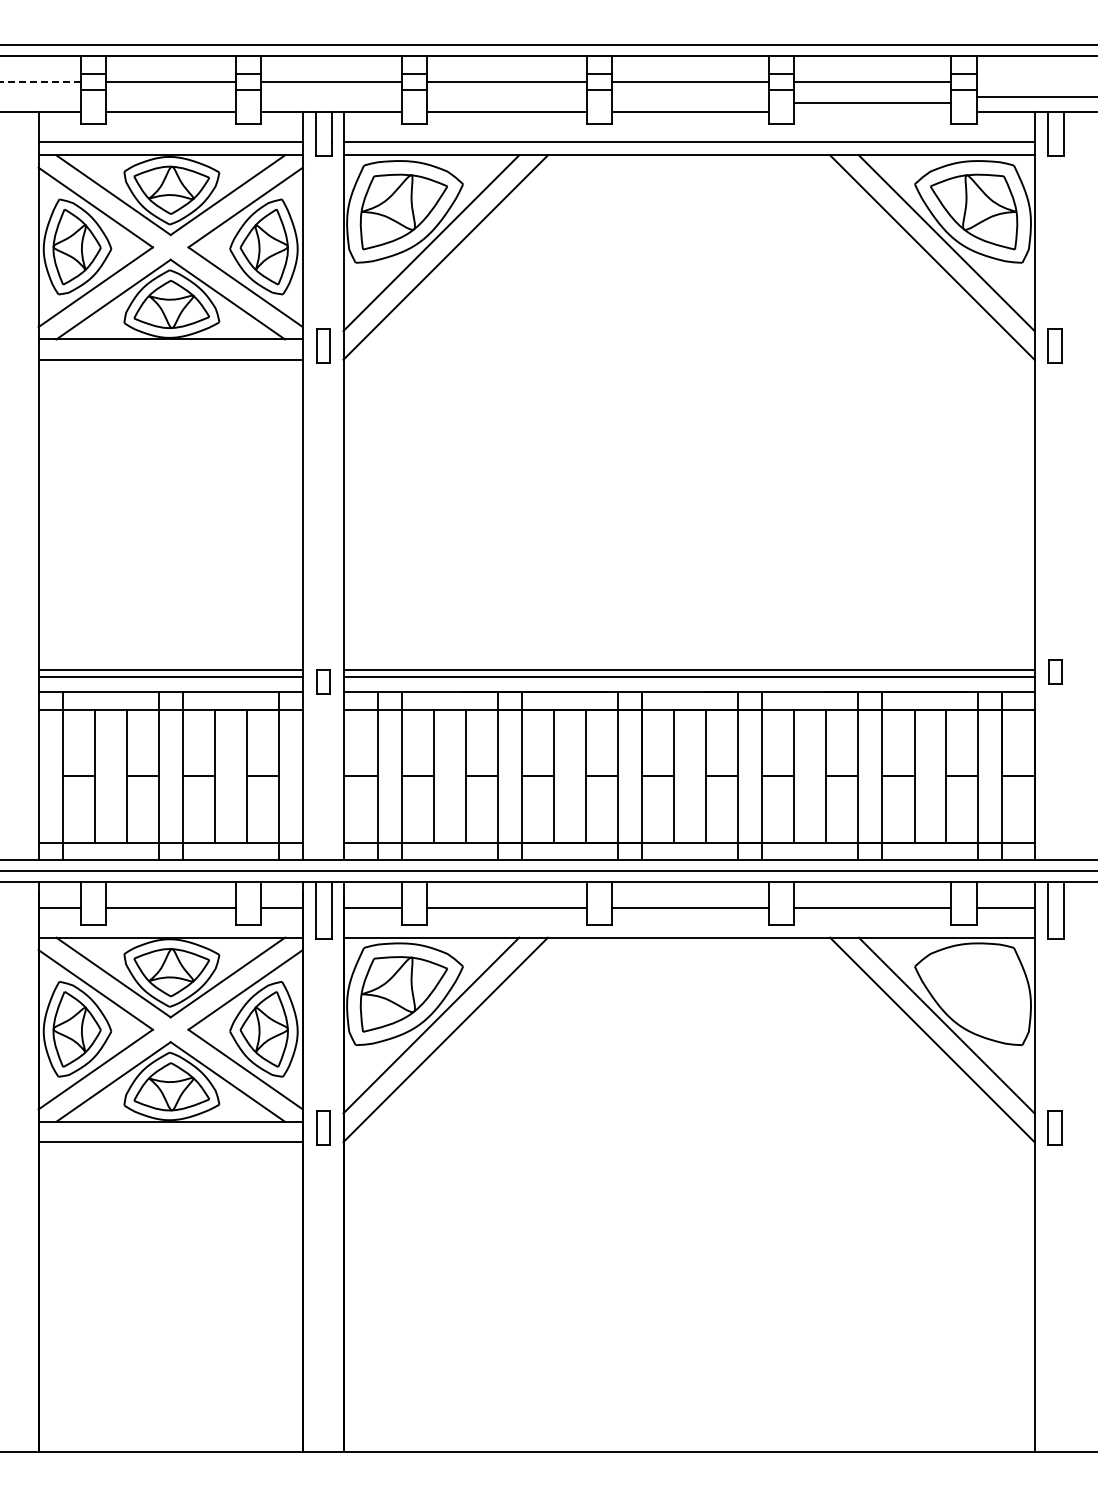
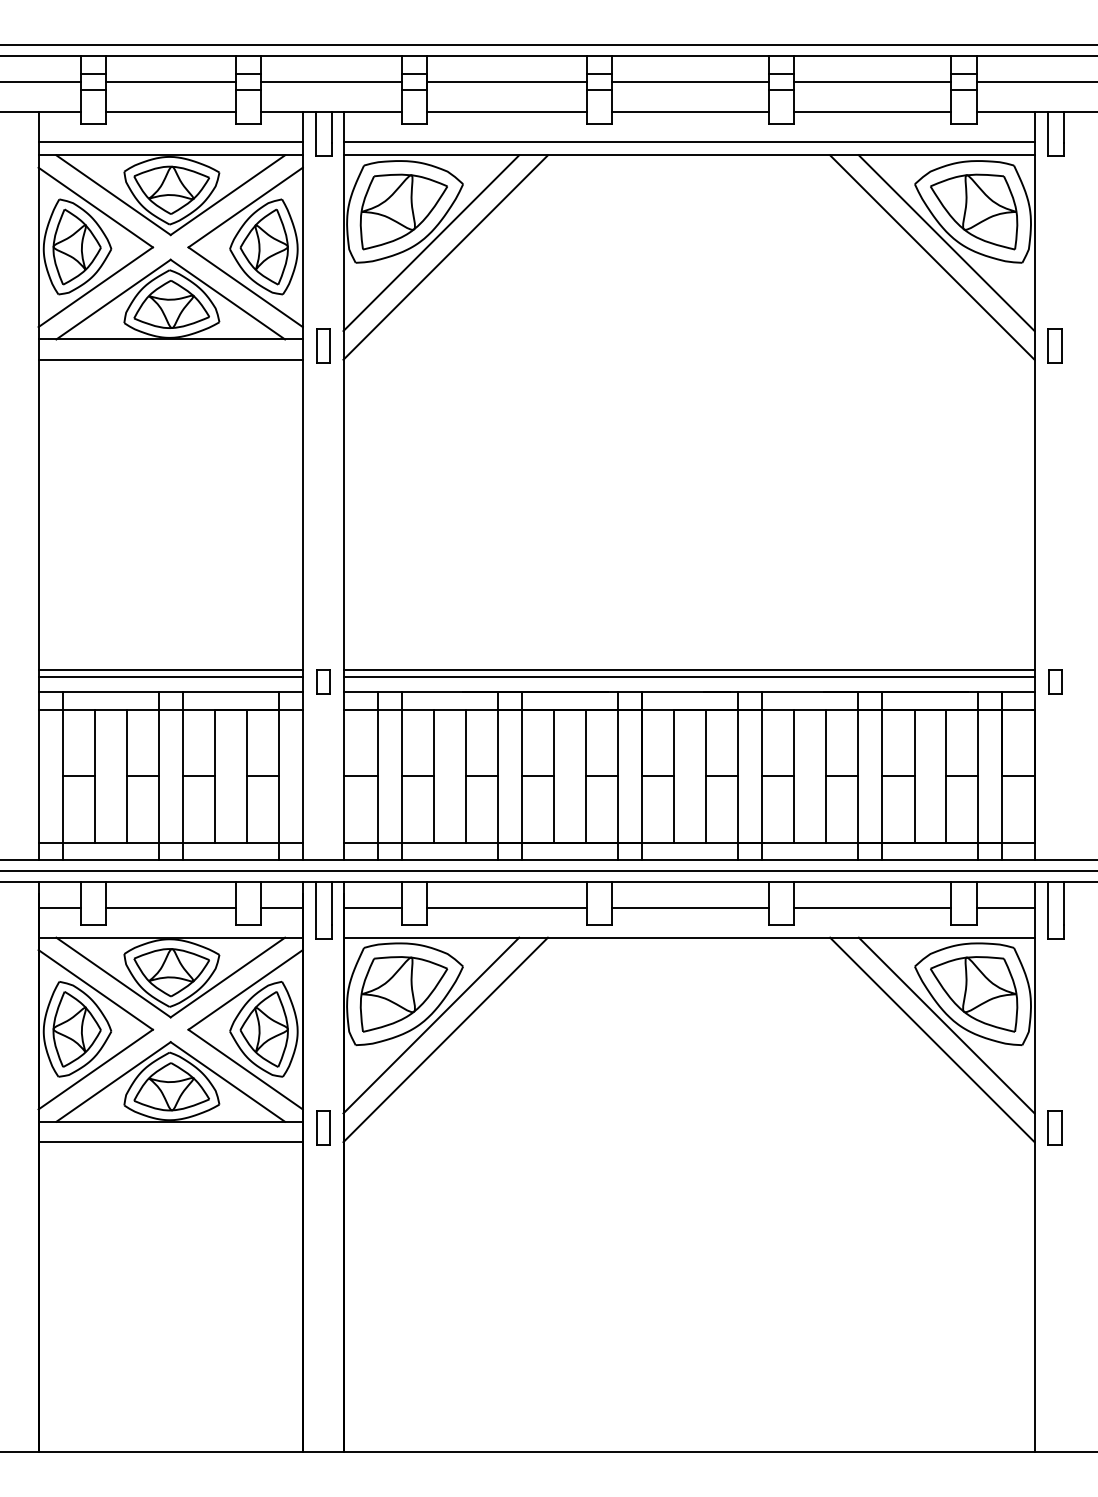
line at (40, 81): dashed -> solid
line at (1035, 96) position: (1035, 96) -> (1035, 81)
line at (872, 102) position: (872, 102) -> (872, 111)
part at (1055, 671) position: (1055, 671) -> (1055, 681)
part at (974, 994): none -> present
